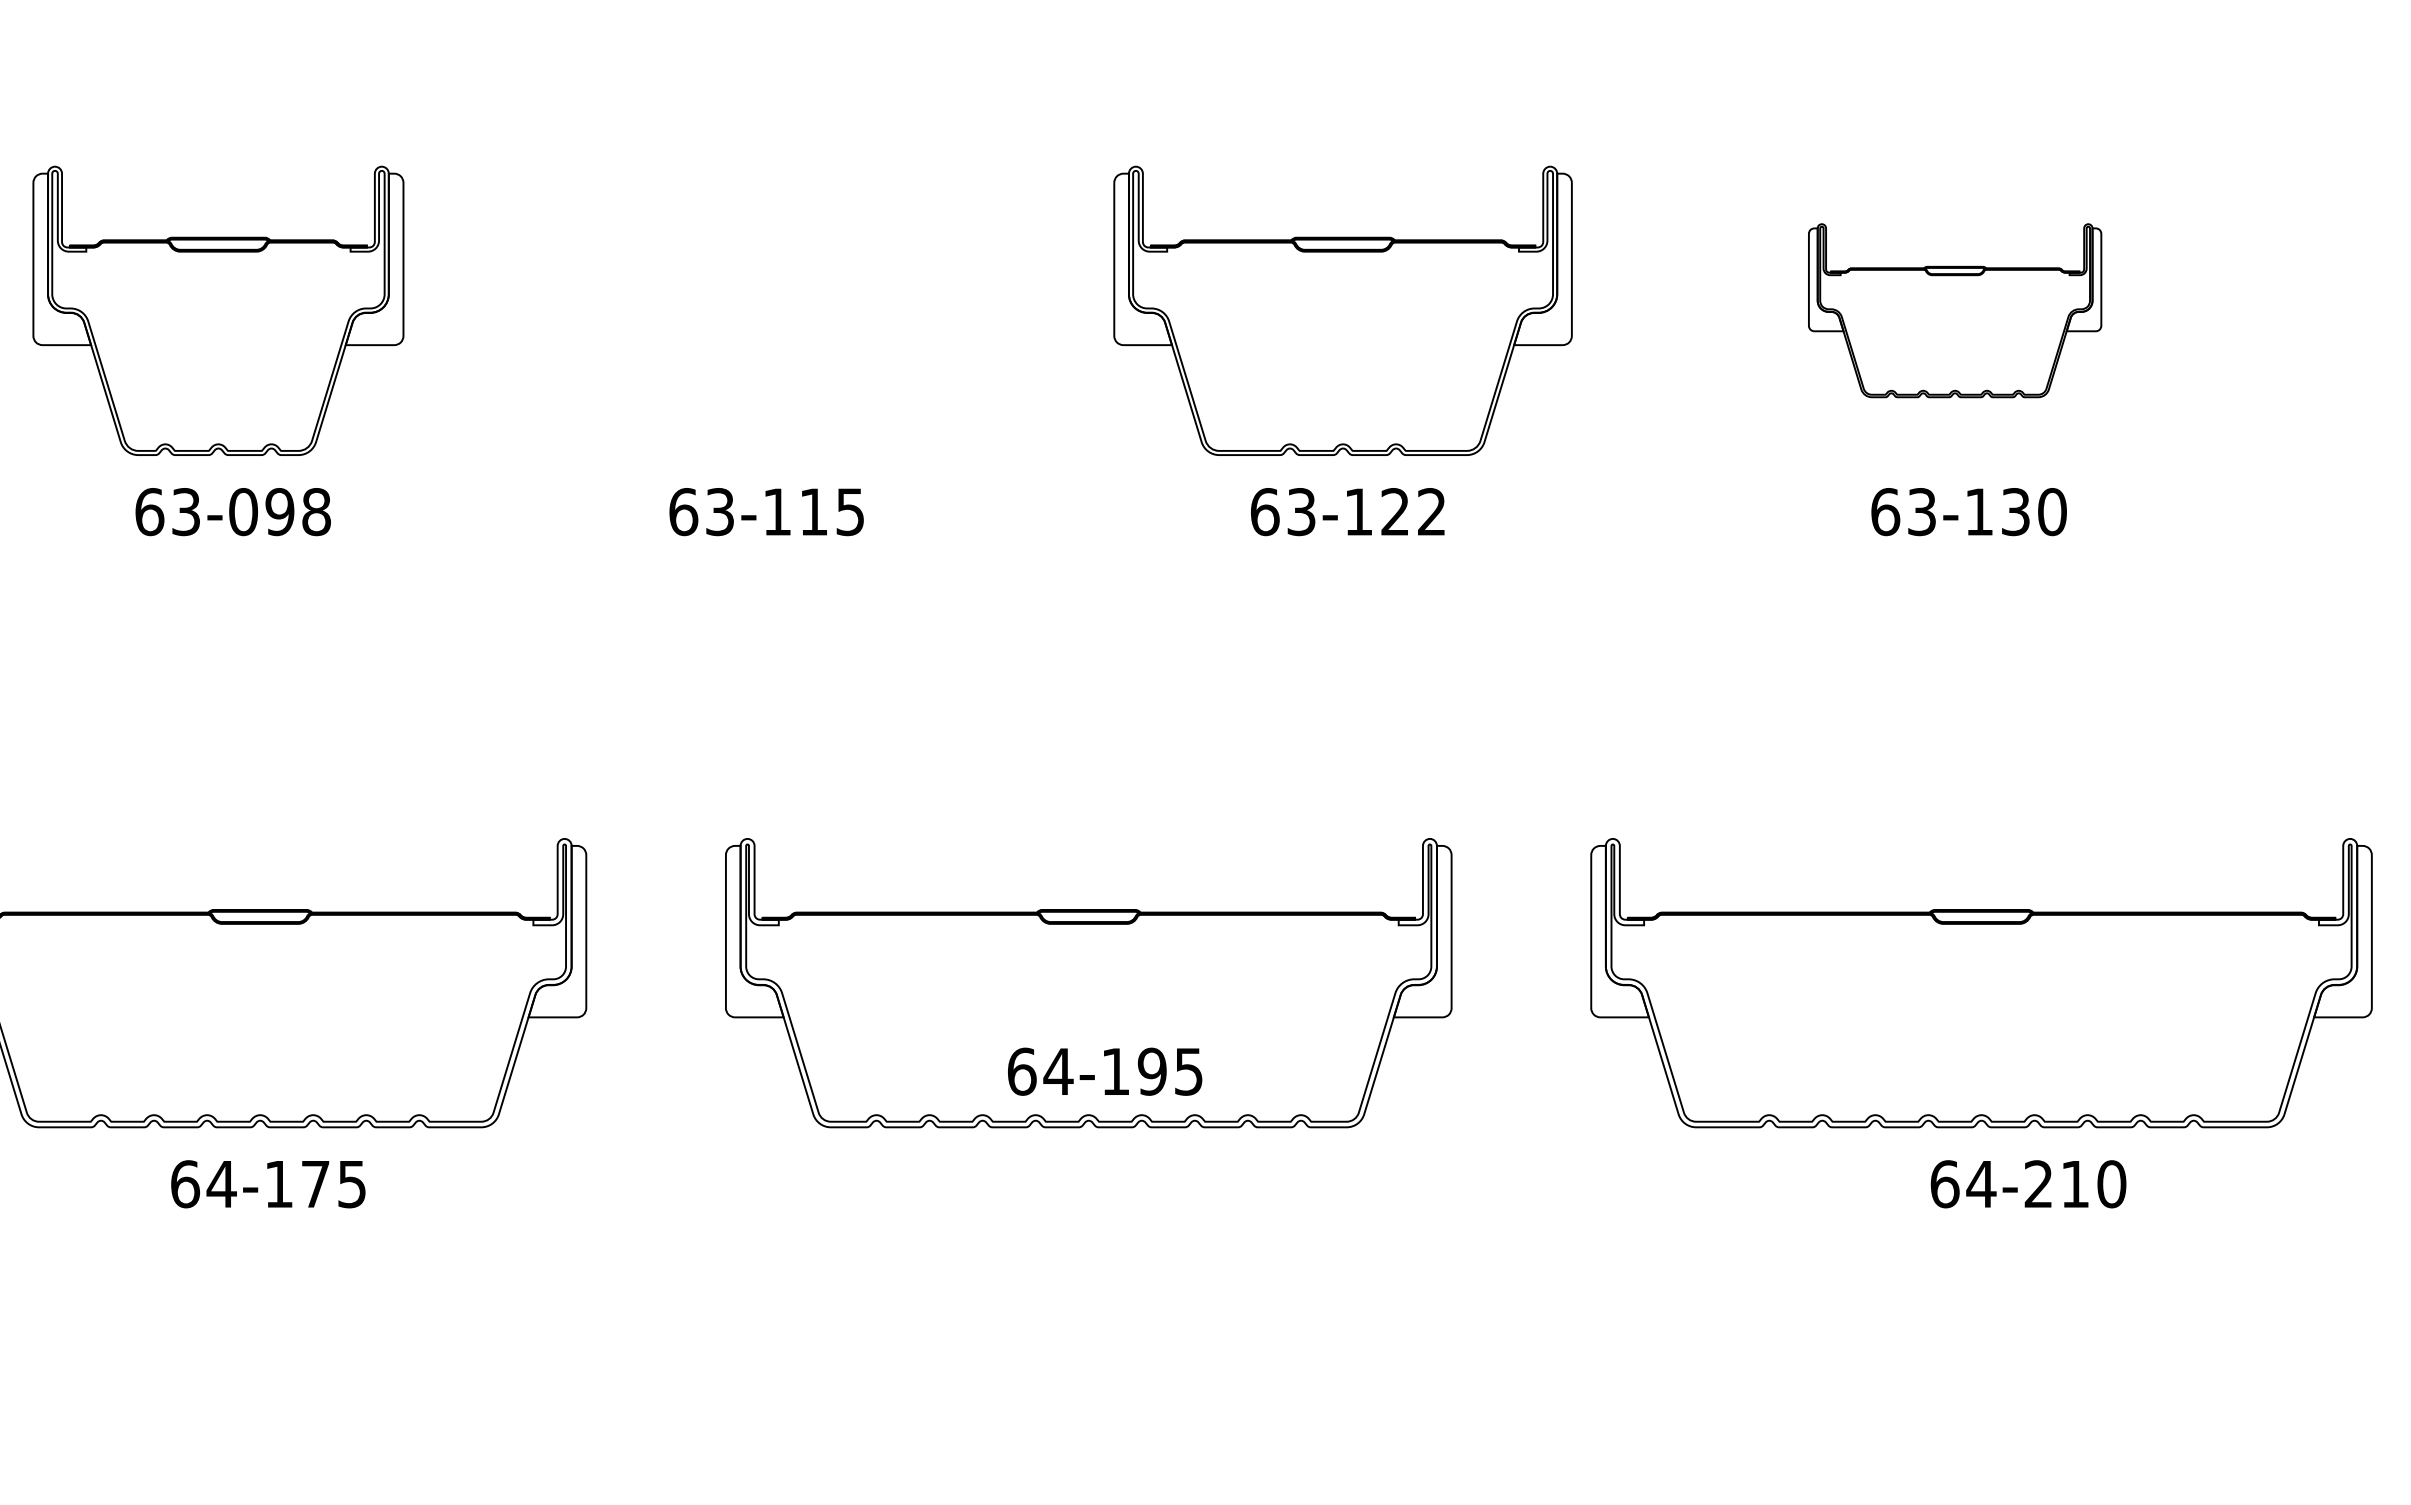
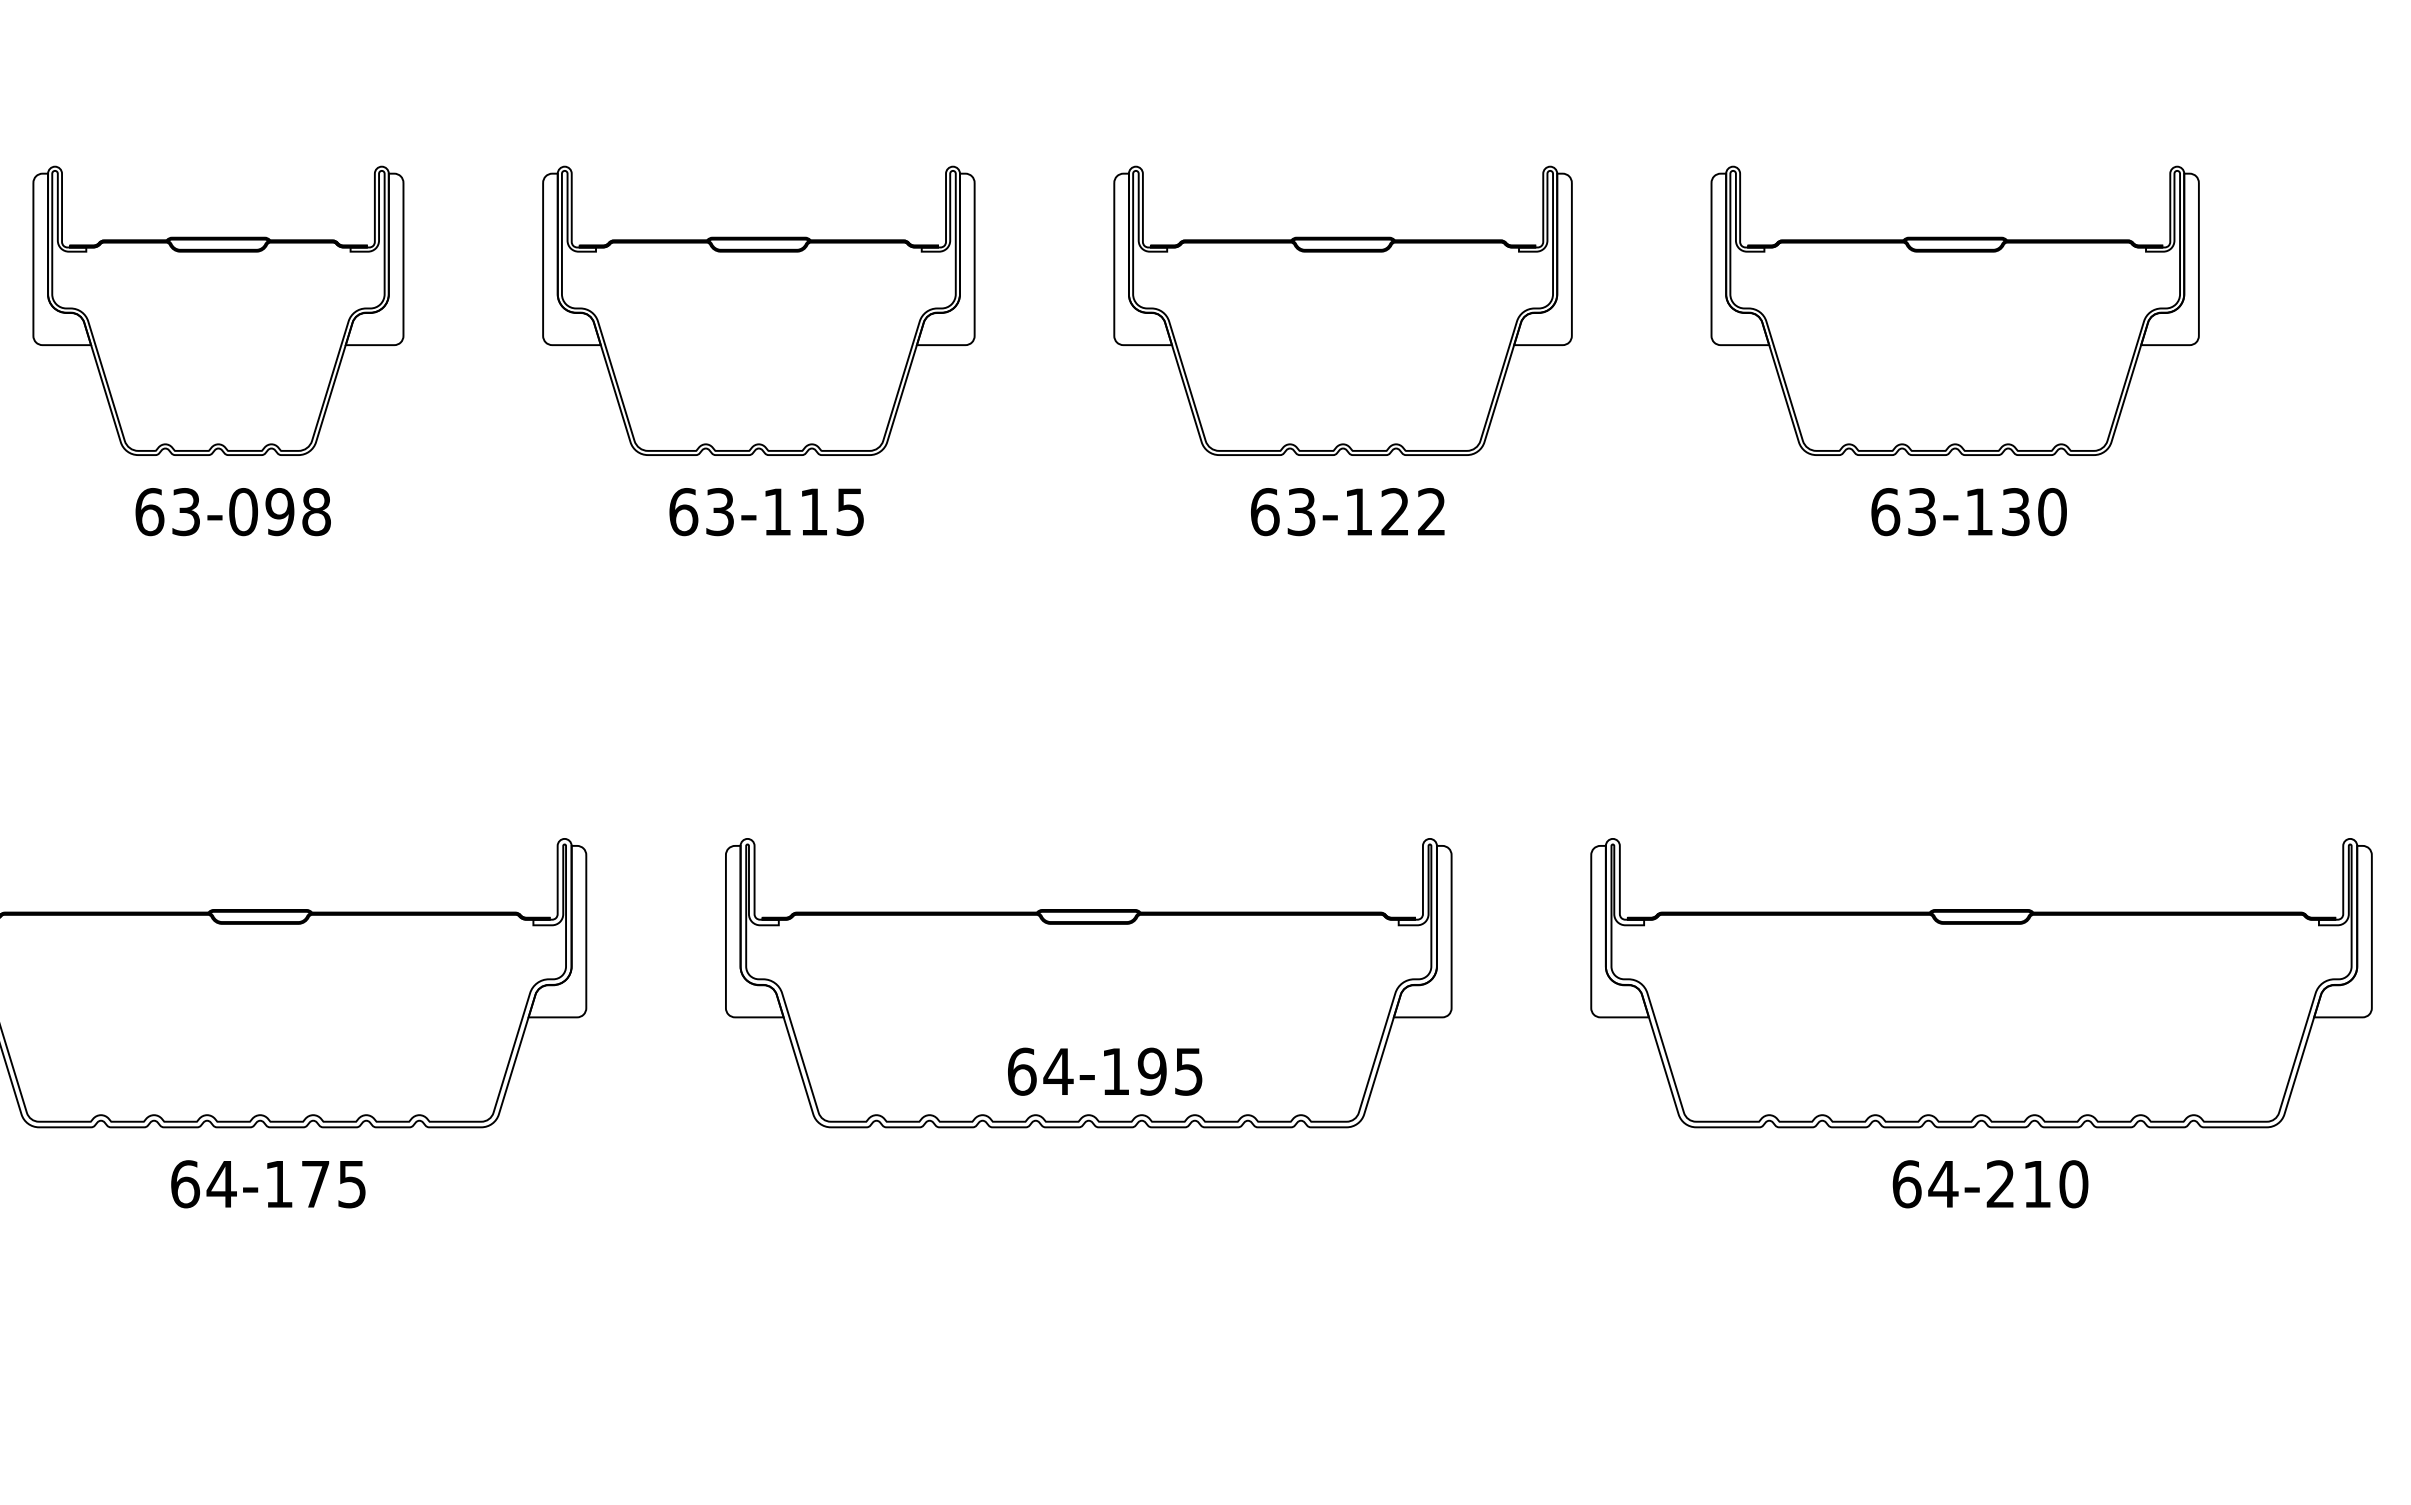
part at (758, 310): none -> present
part at (1955, 310) size: 295x176 px -> 490x291 px
text at (2028, 1184) position: (2028, 1184) -> (1990, 1184)
